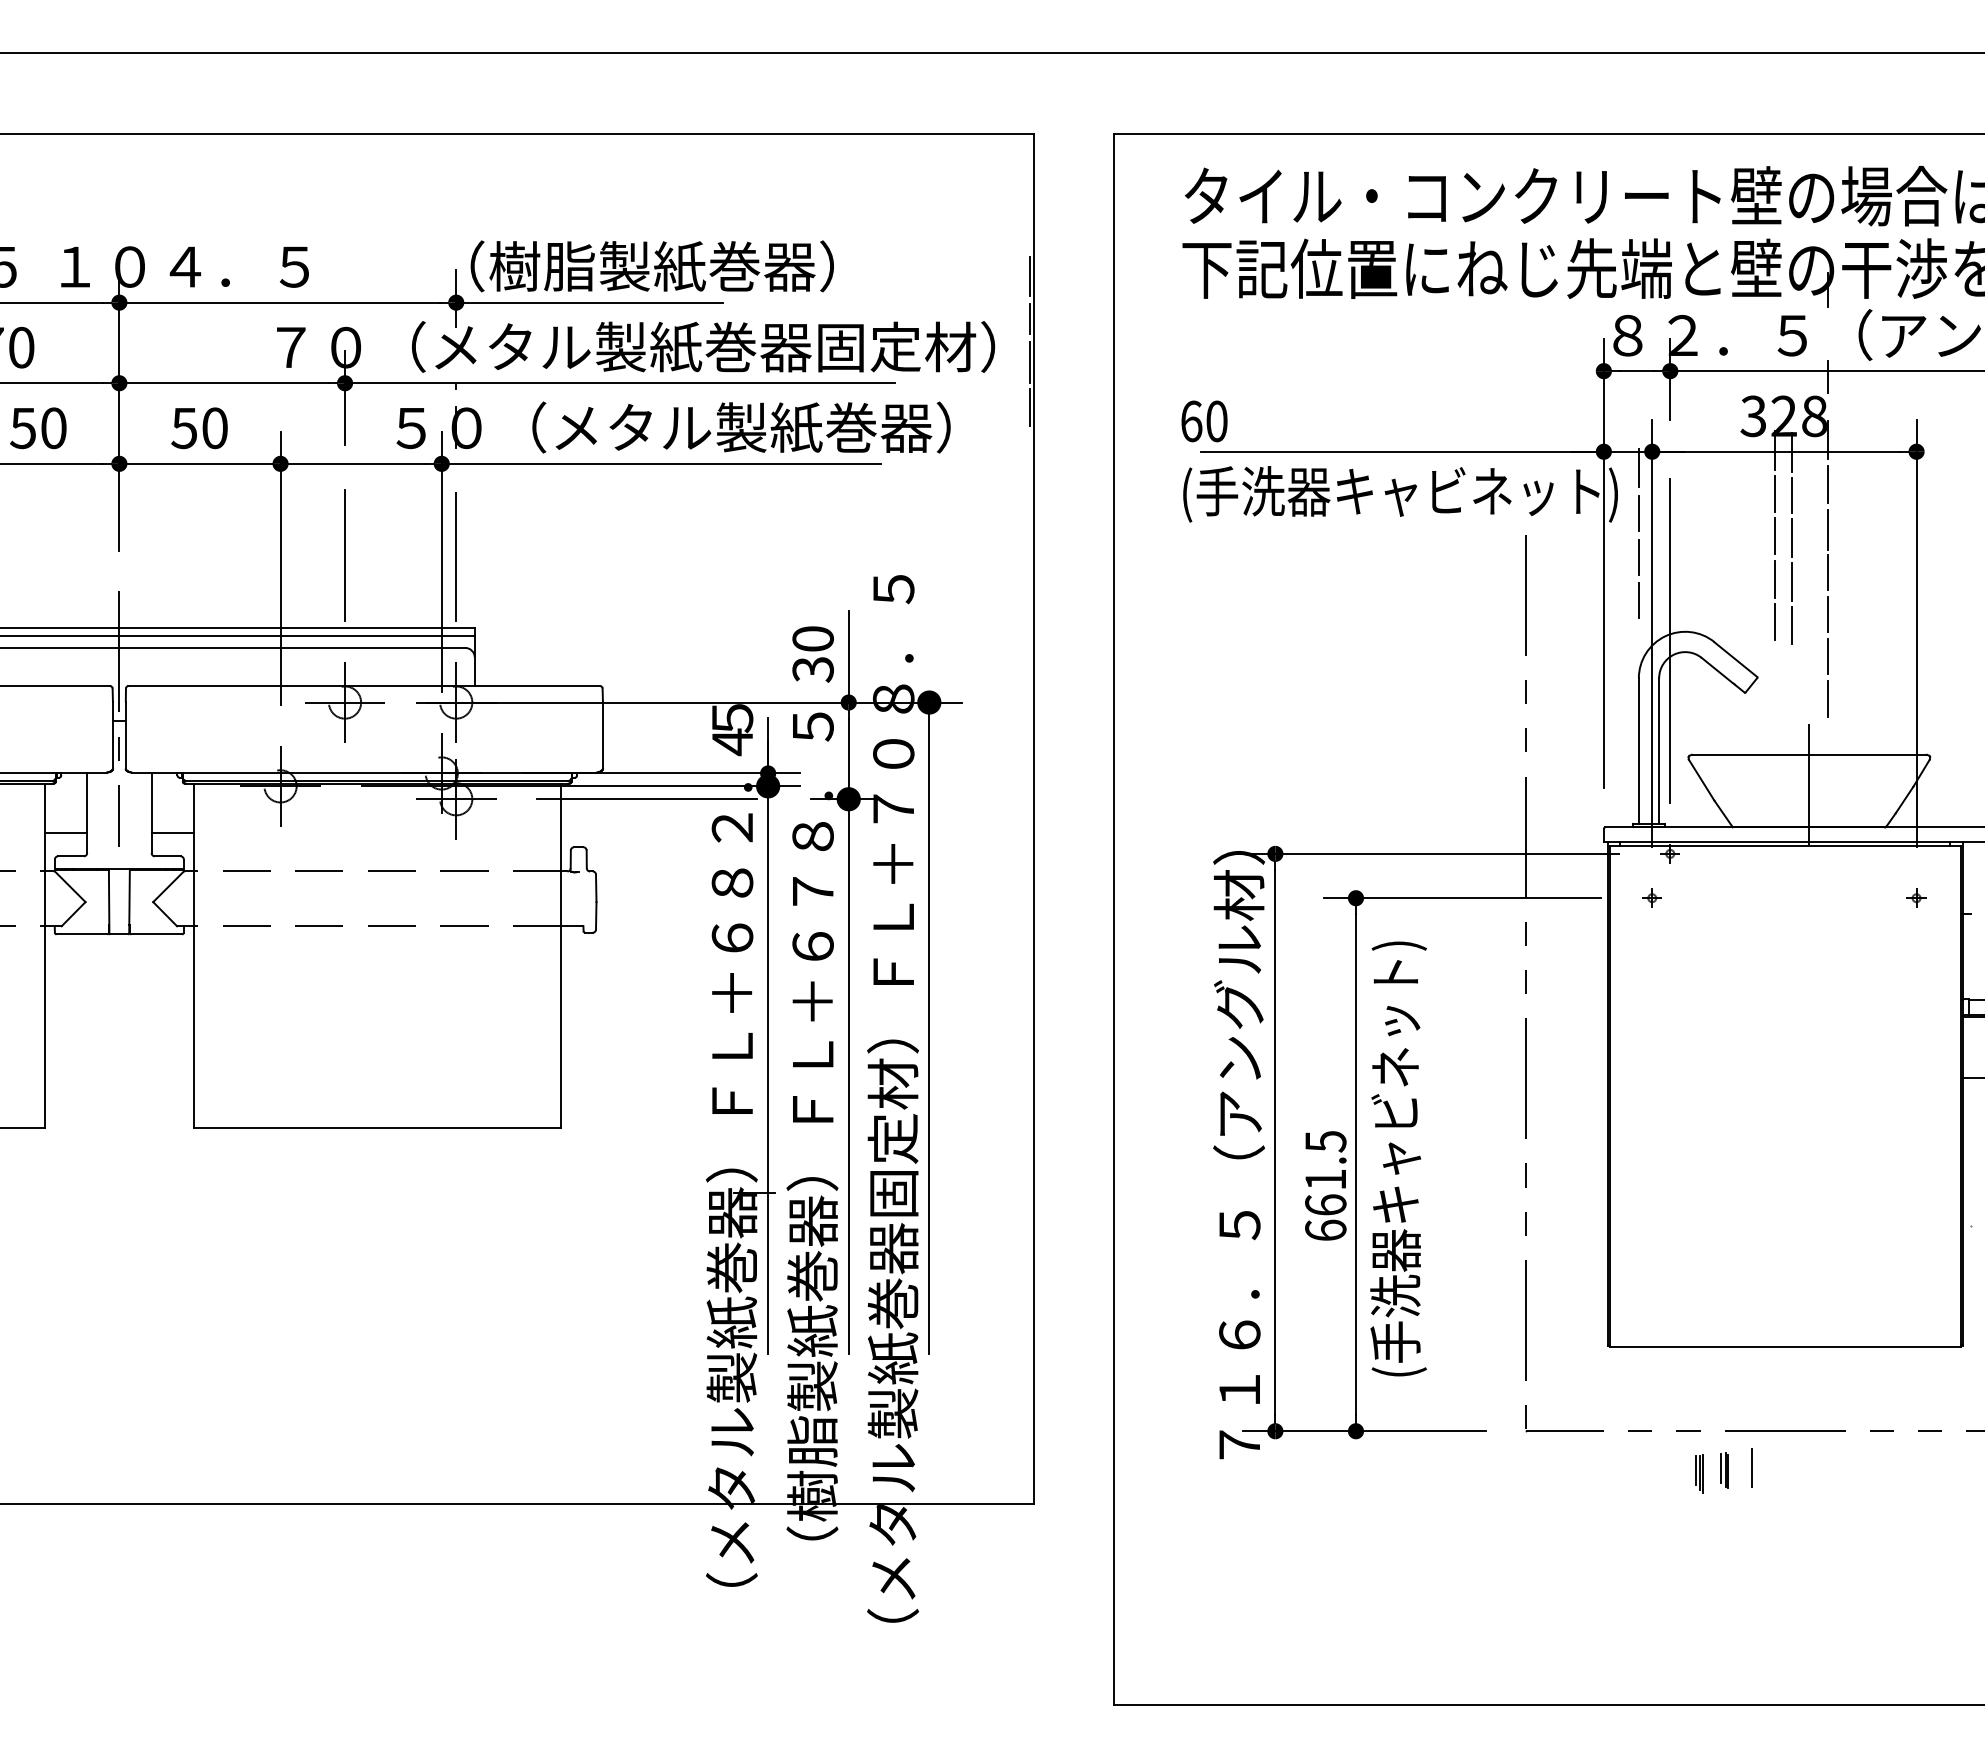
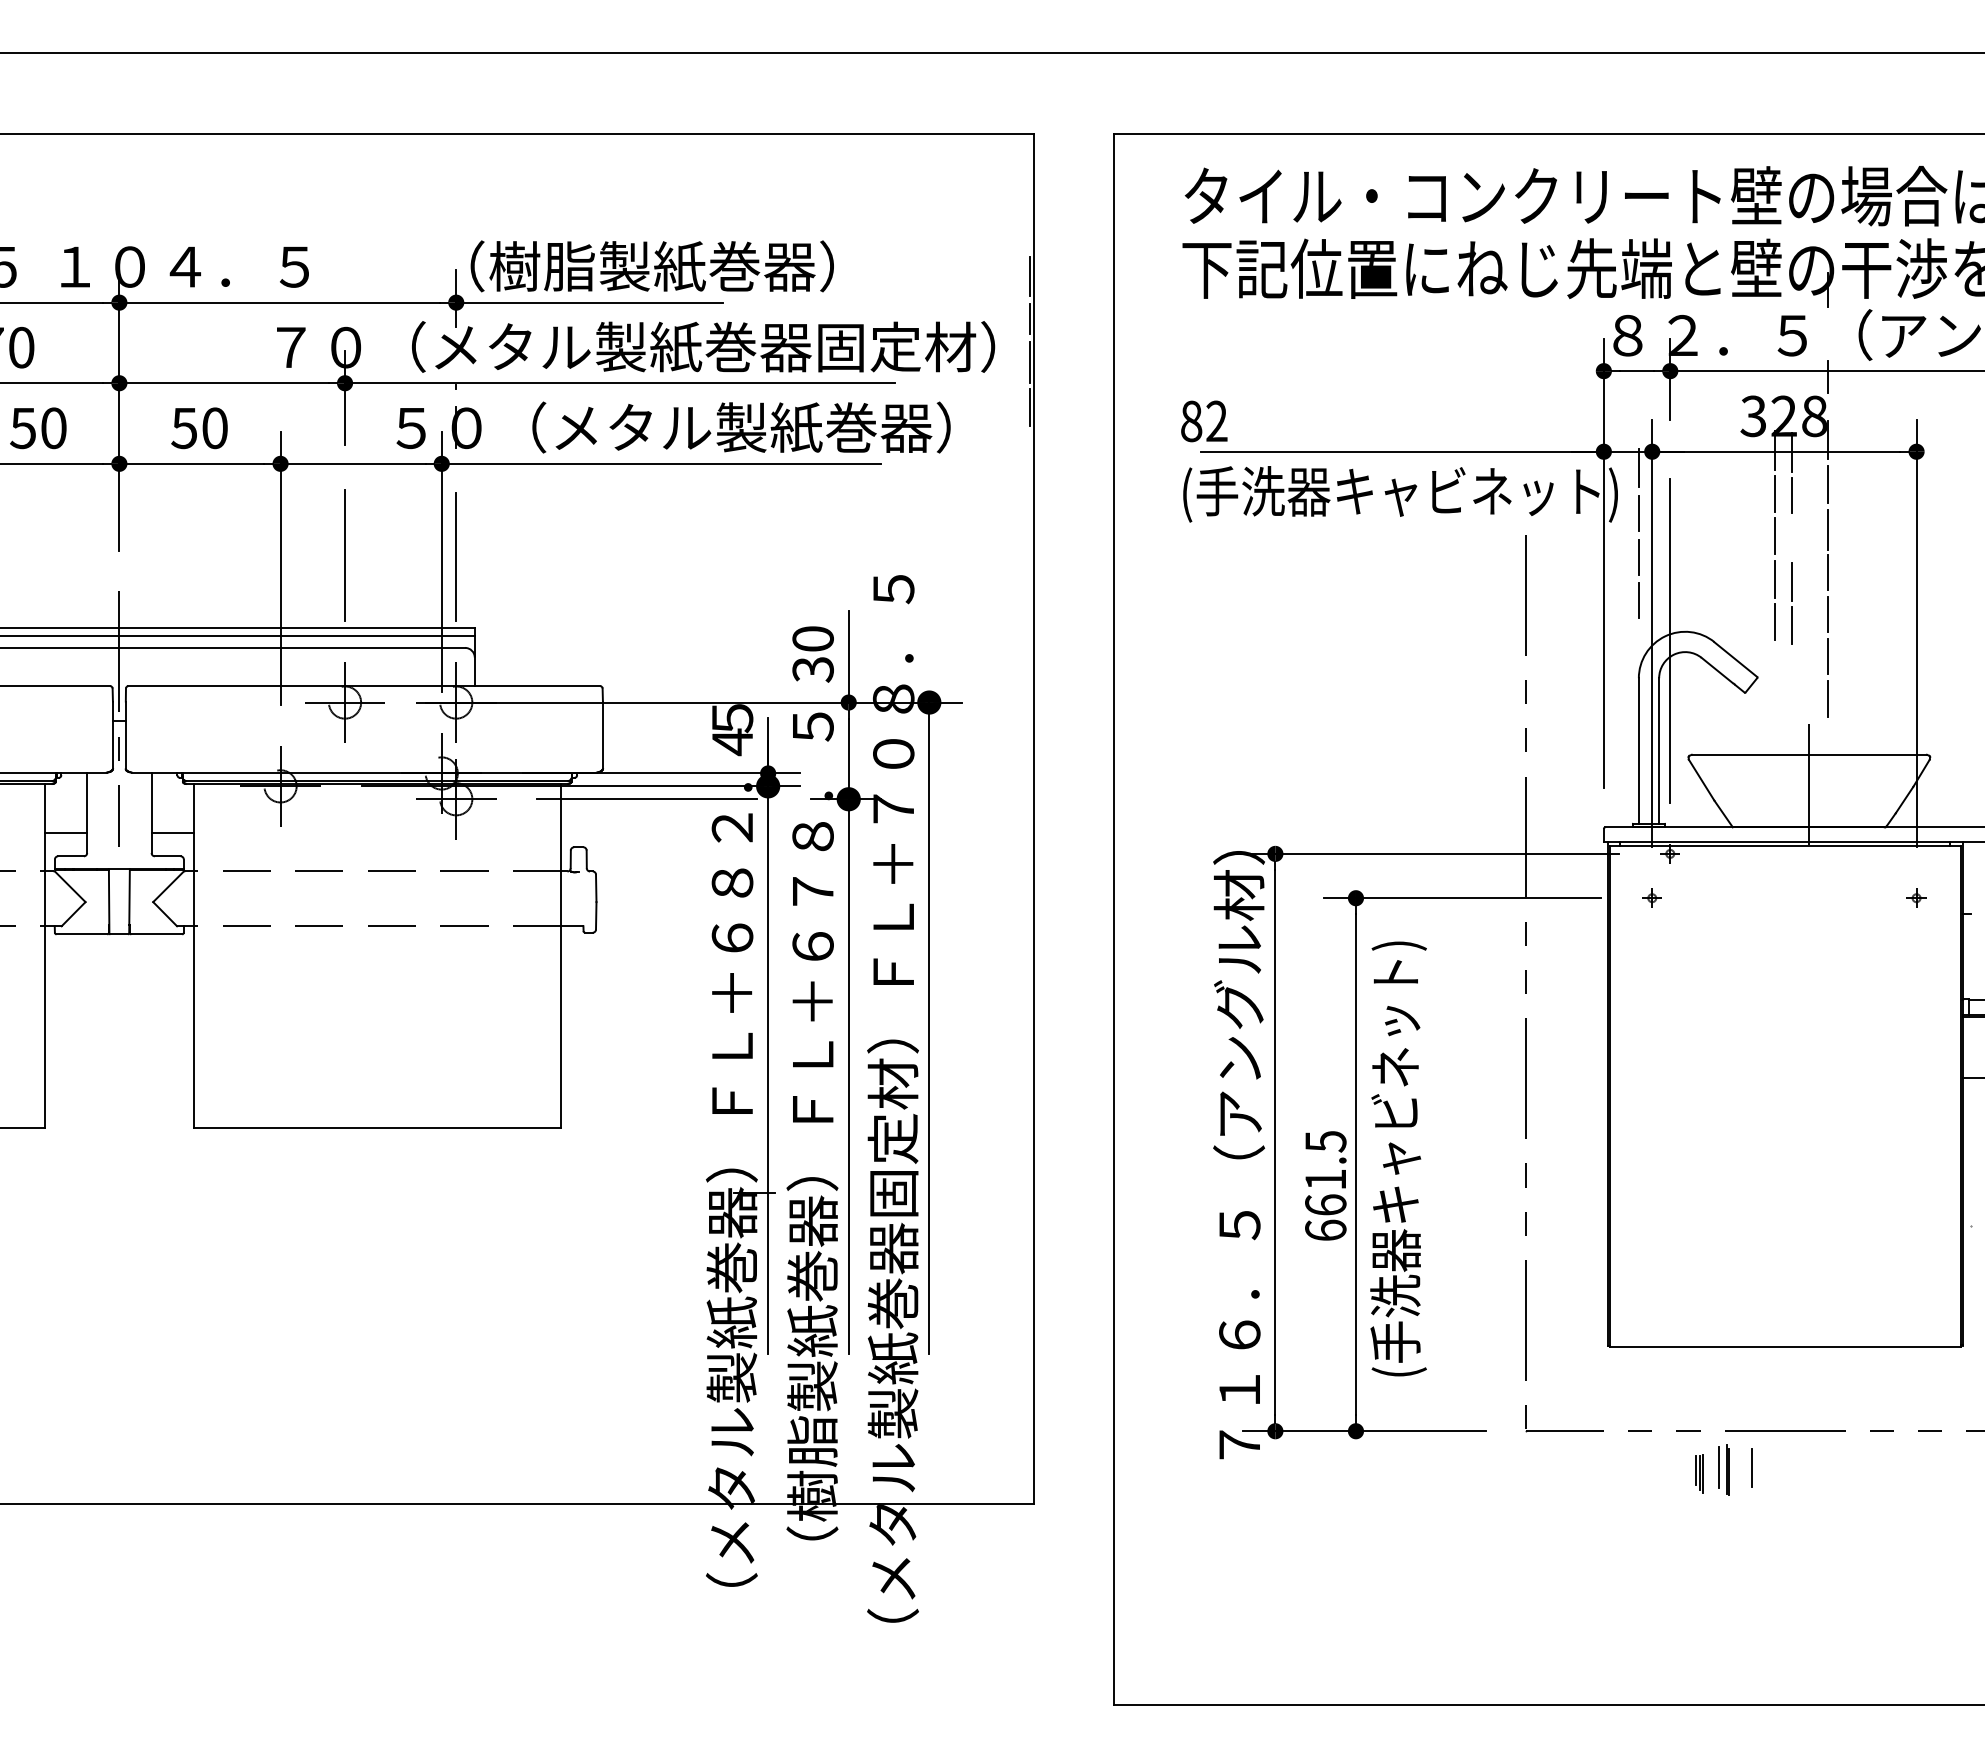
text at (1204, 421): 60 -> 82
line at (1792, 538): present -> none
part at (1724, 1470) size: 9x37 px -> 12x52 px
